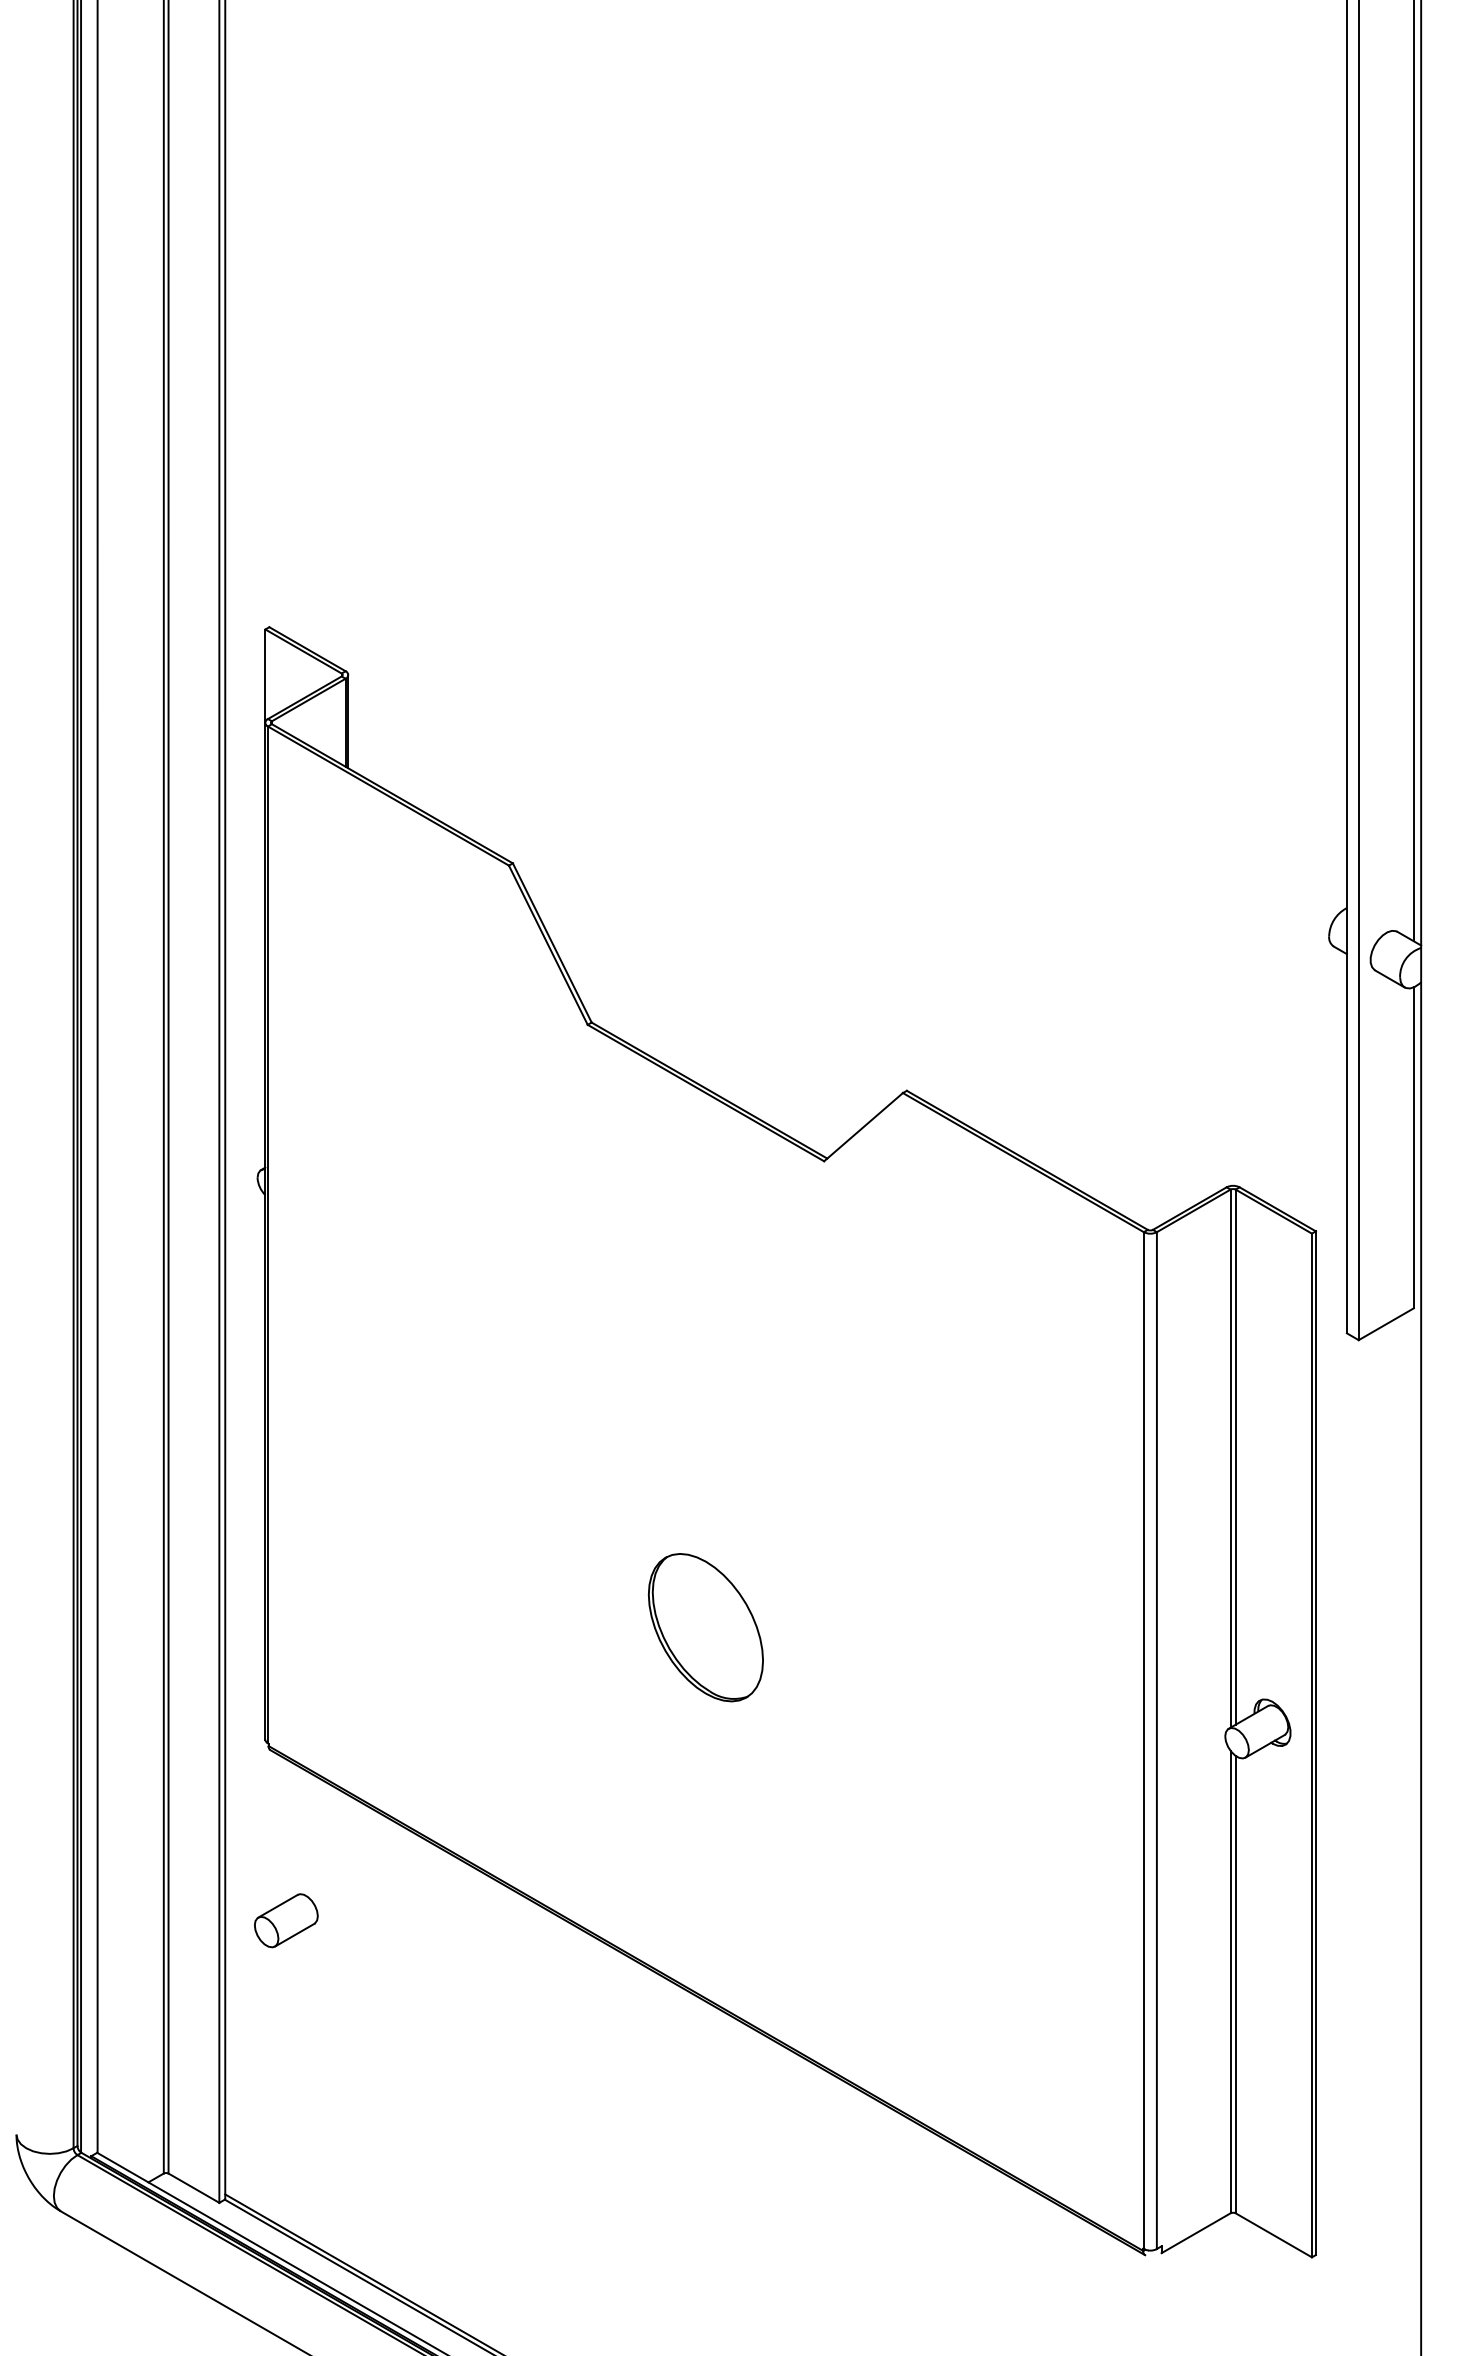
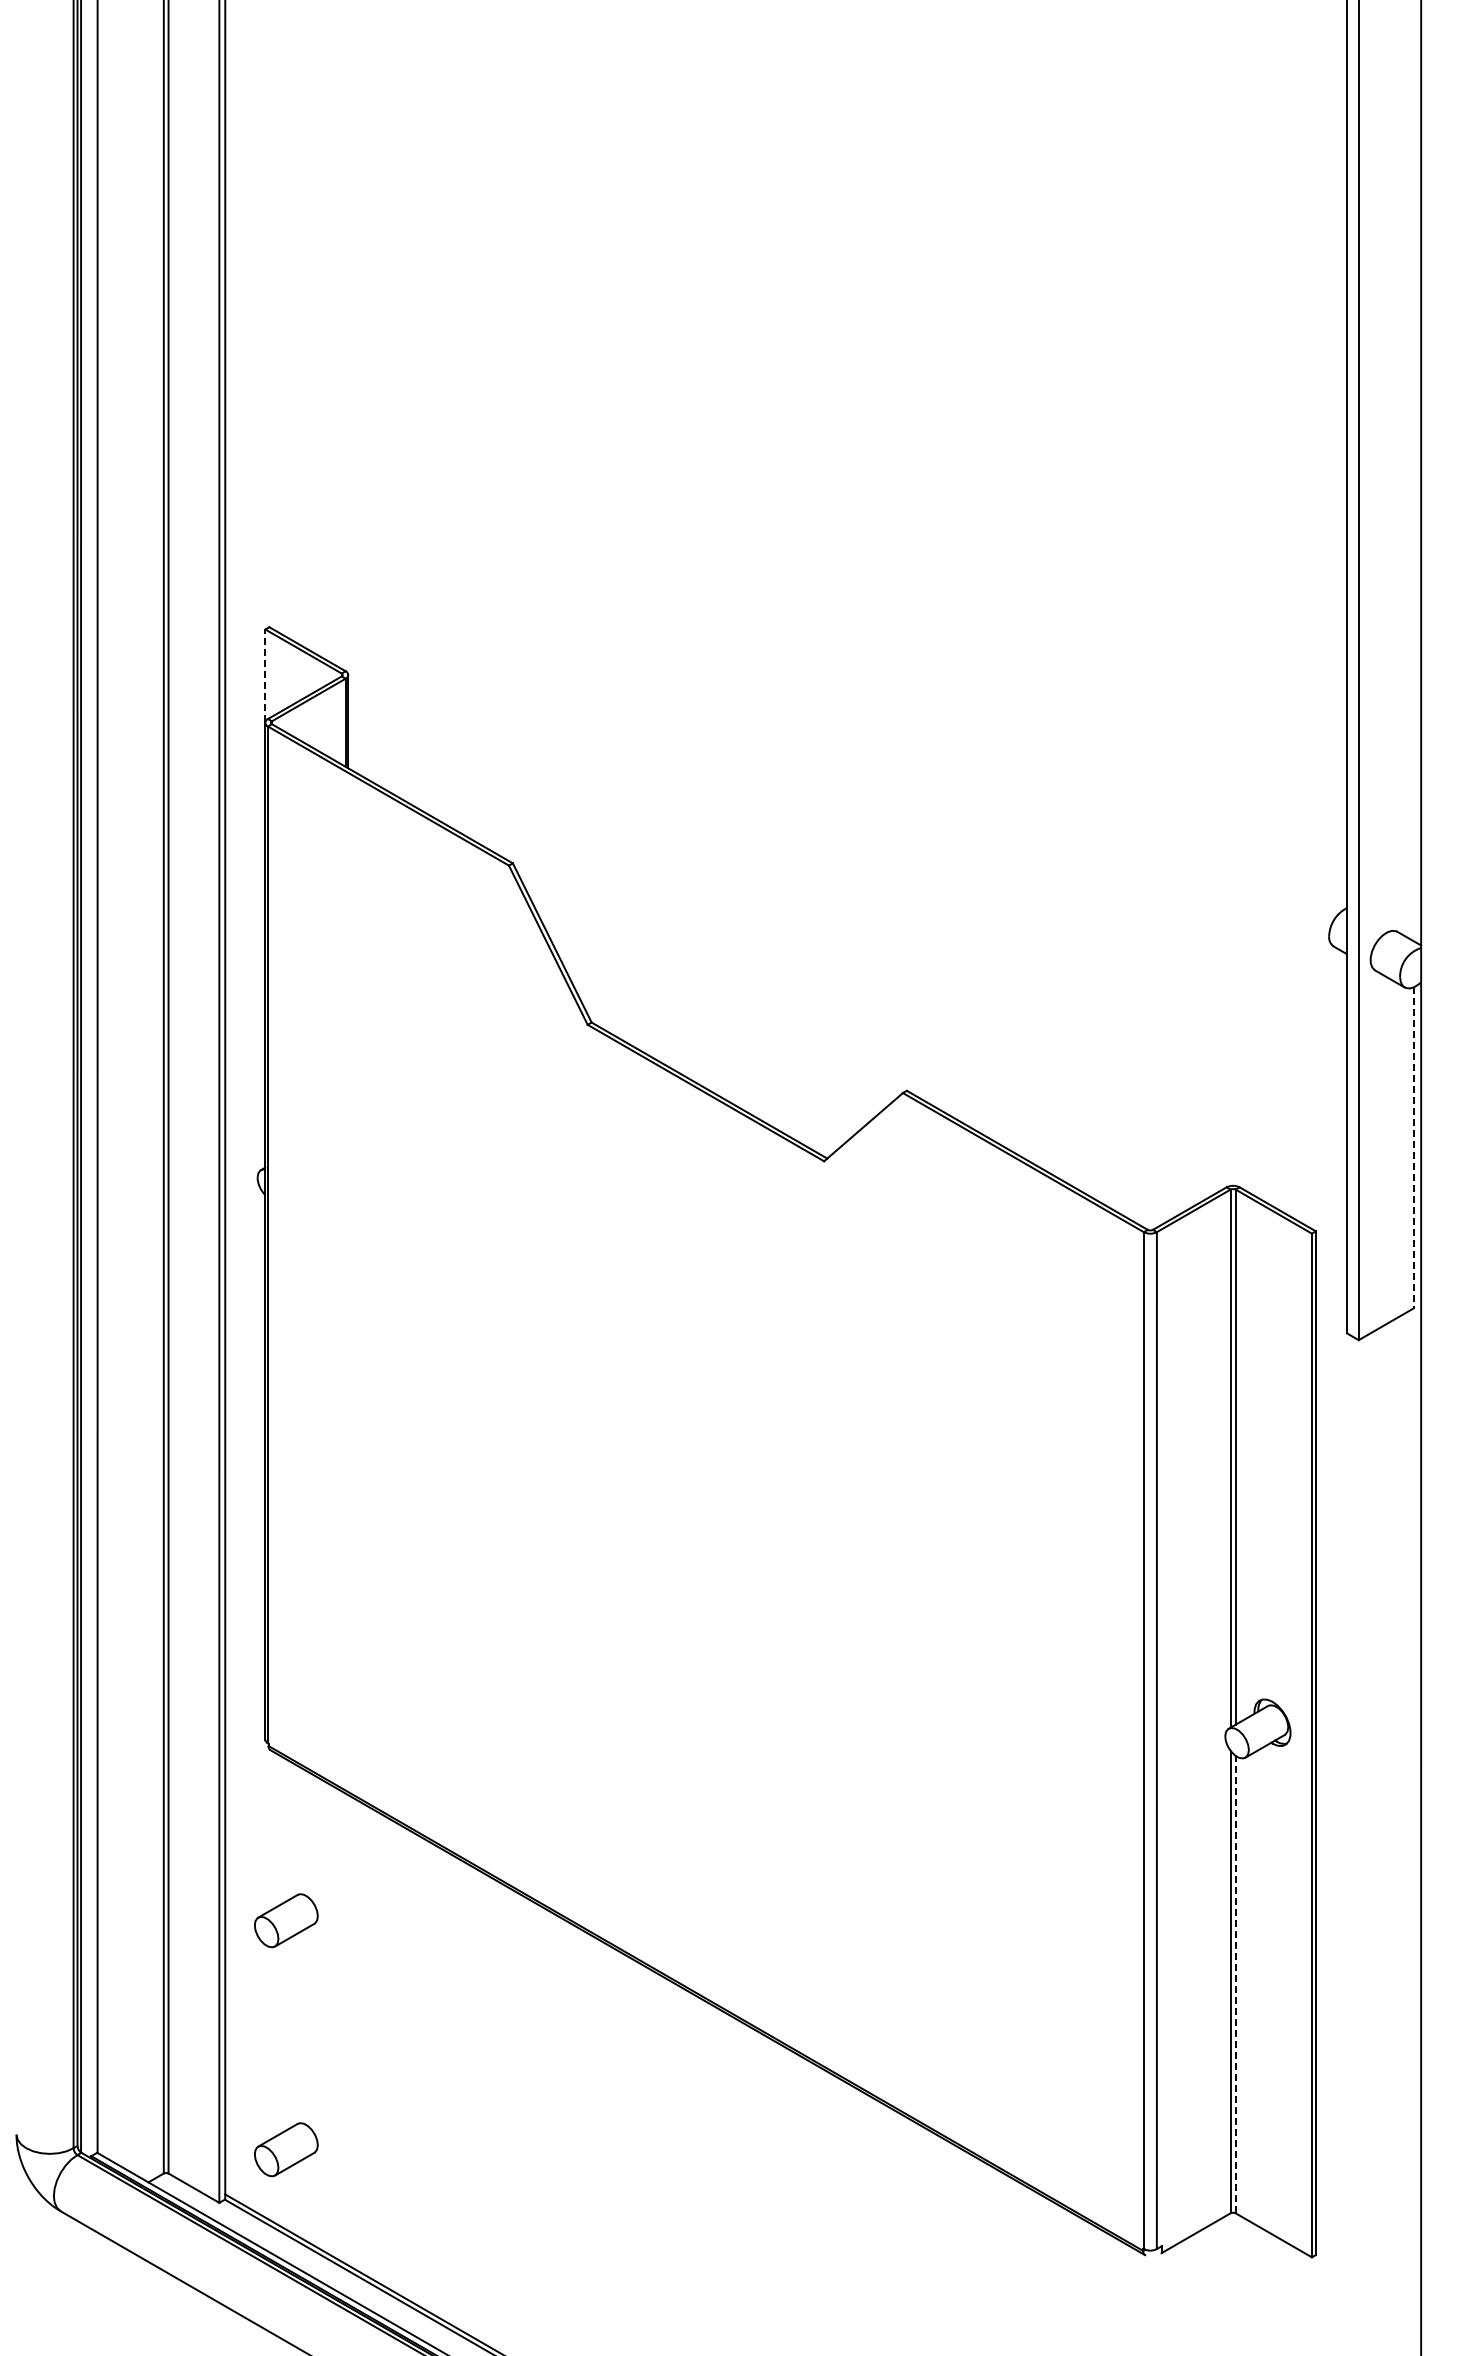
line at (1413, 471): present -> none
line at (265, 675): solid -> dashed
line at (1413, 1148): solid -> dashed
part at (705, 1627): present -> none
line at (1235, 1984): solid -> dashed
part at (286, 2149): none -> present
